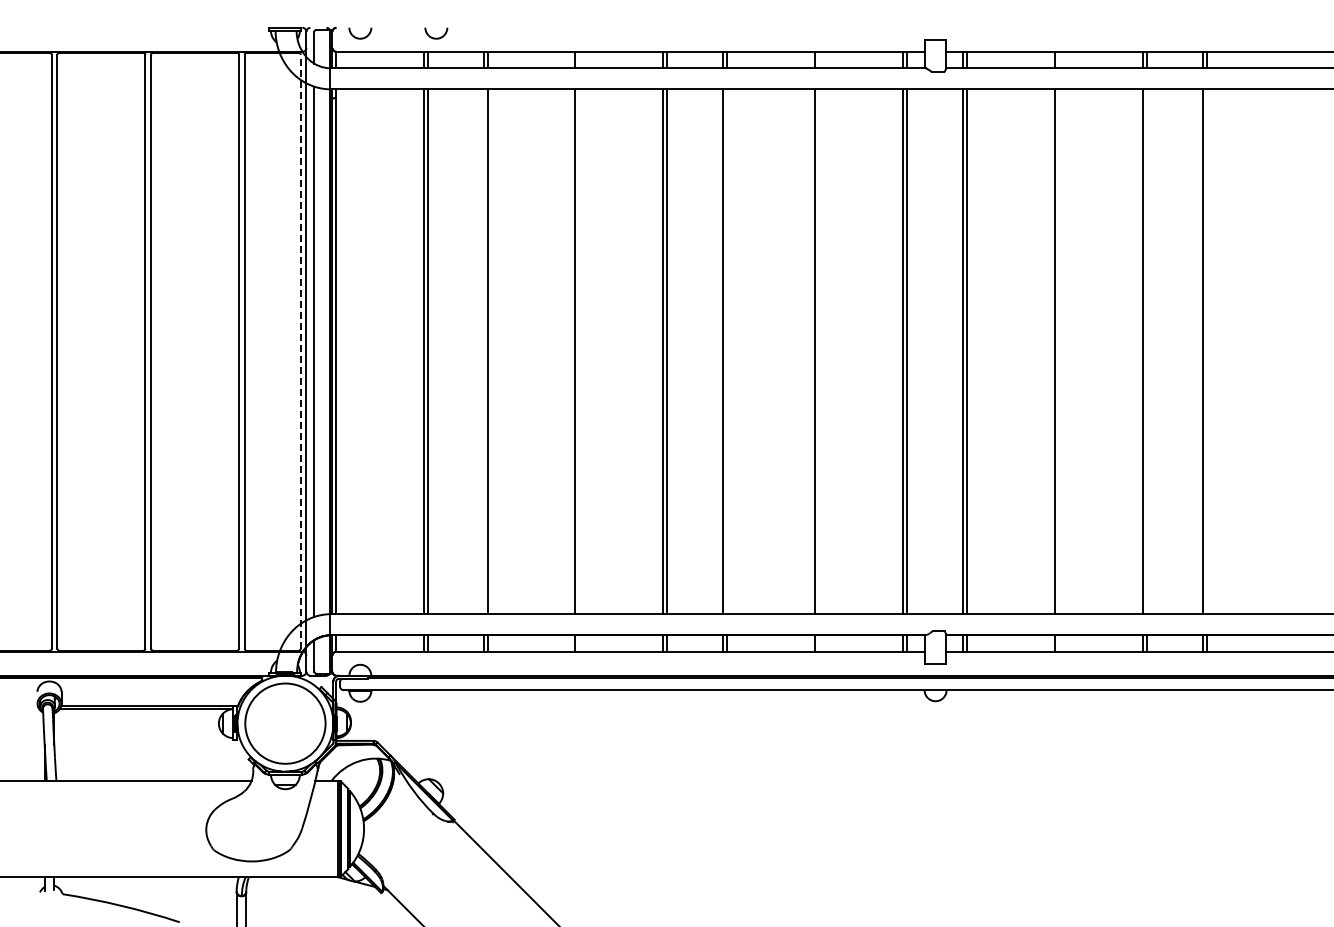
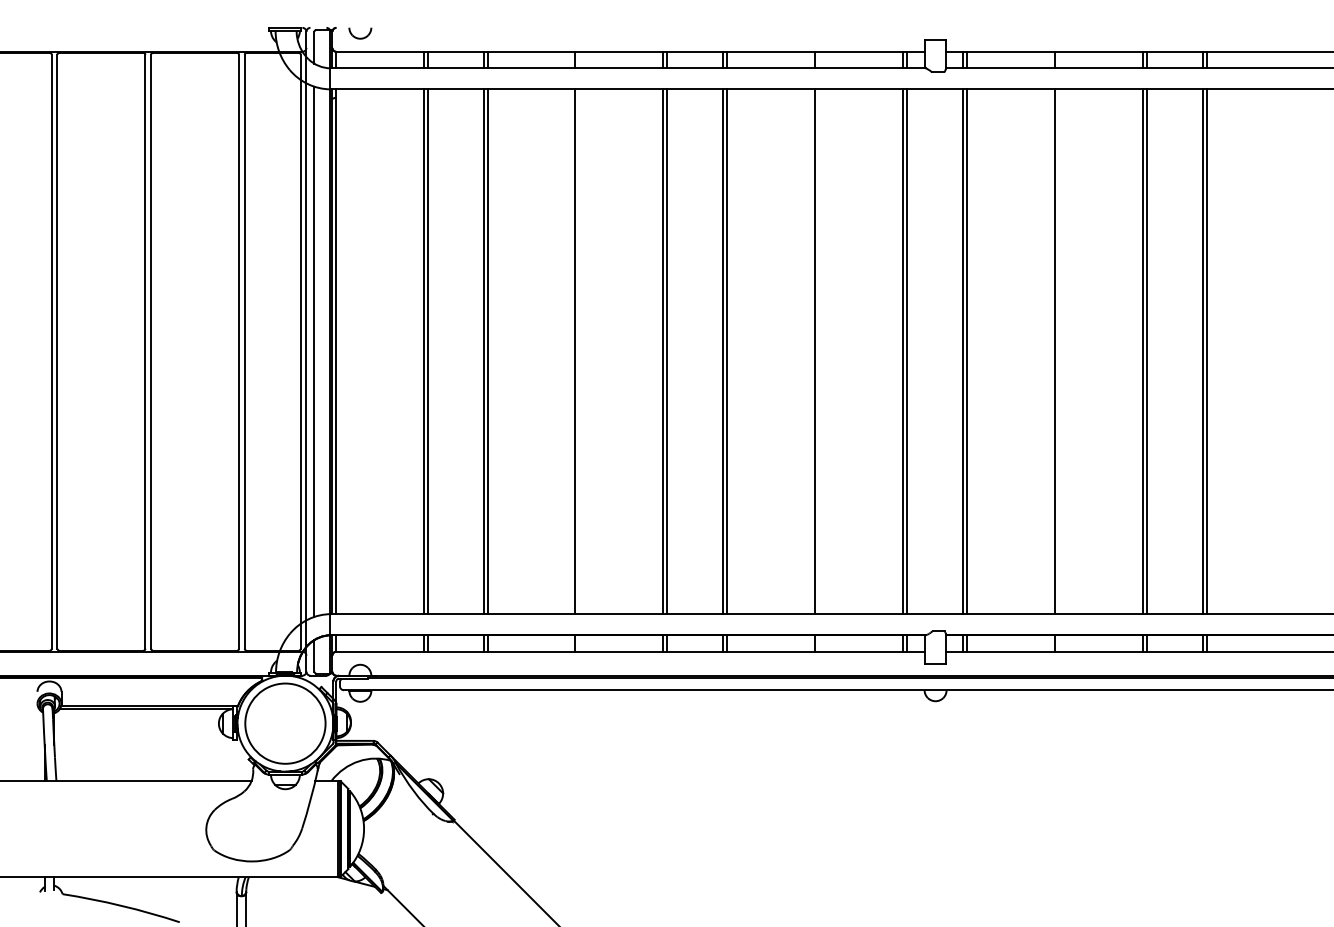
part at (436, 33): present -> none
line at (300, 351): dashed -> solid
line at (483, 351): none -> present
line at (727, 351): none -> present
line at (1147, 351): none -> present
line at (1207, 351): none -> present
